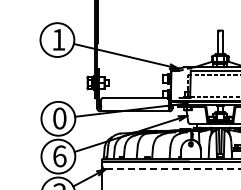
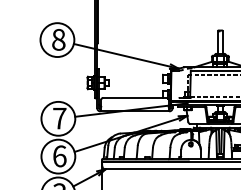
text at (58, 39): 1 -> 8
text at (59, 118): 0 -> 7
line at (173, 169): dashed -> solid
